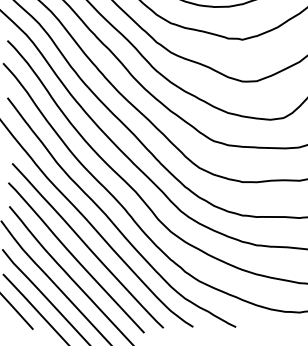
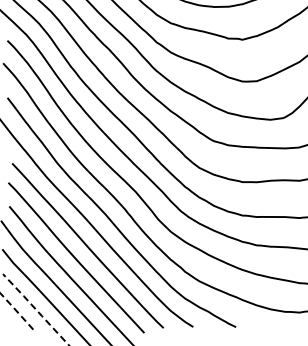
line at (36, 309): solid -> dashed
line at (16, 310): solid -> dashed
